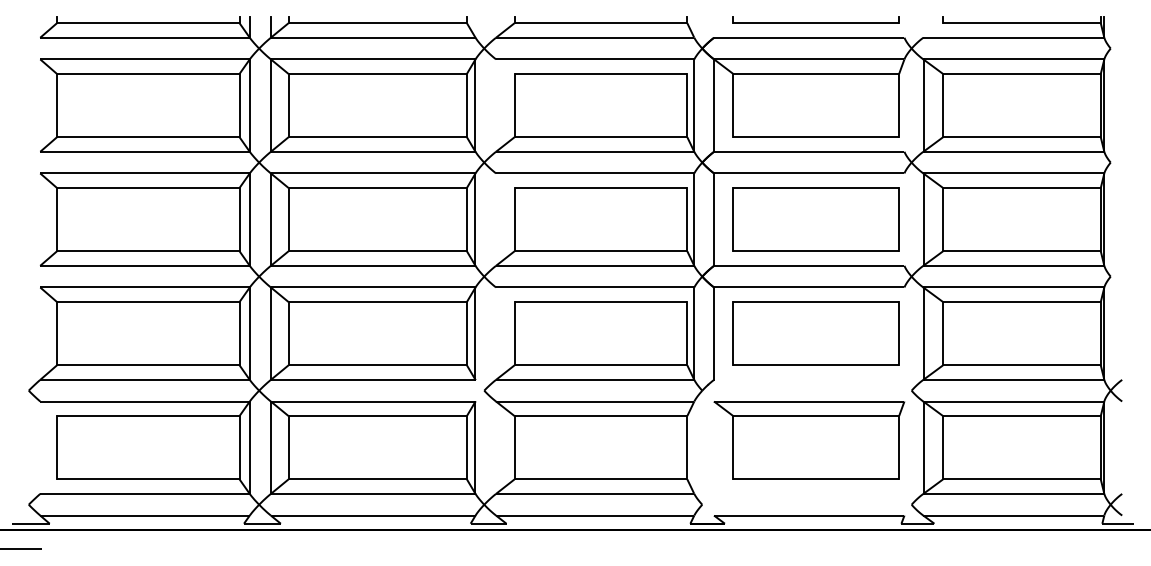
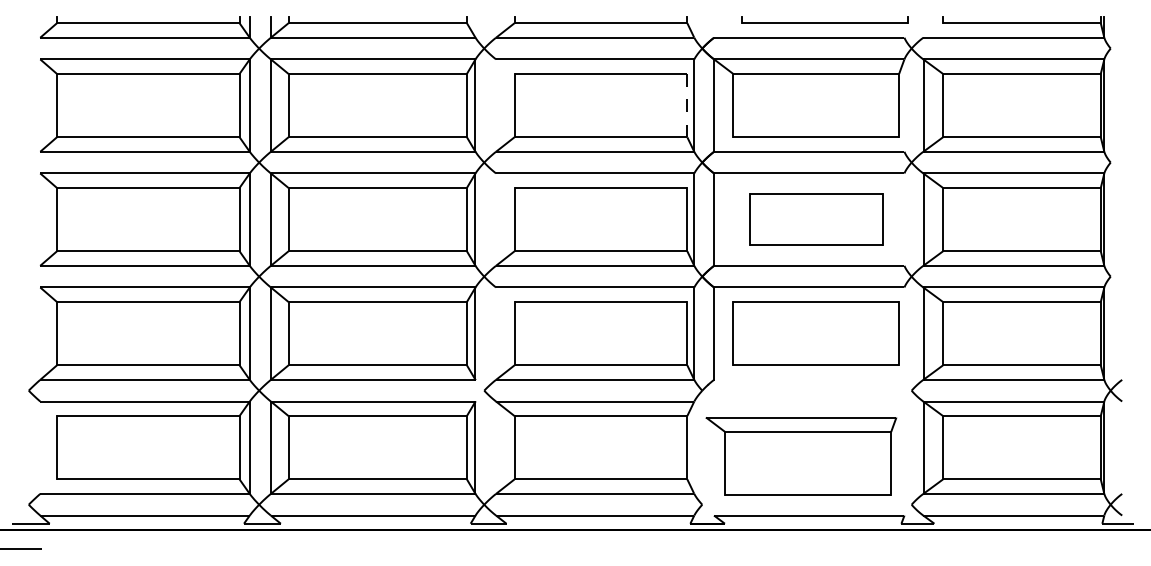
part at (815, 19) position: (815, 19) -> (824, 19)
line at (687, 105): solid -> dashed
part at (815, 219) size: 168x65 px -> 135x53 px
part at (809, 440) position: (809, 440) -> (801, 456)
